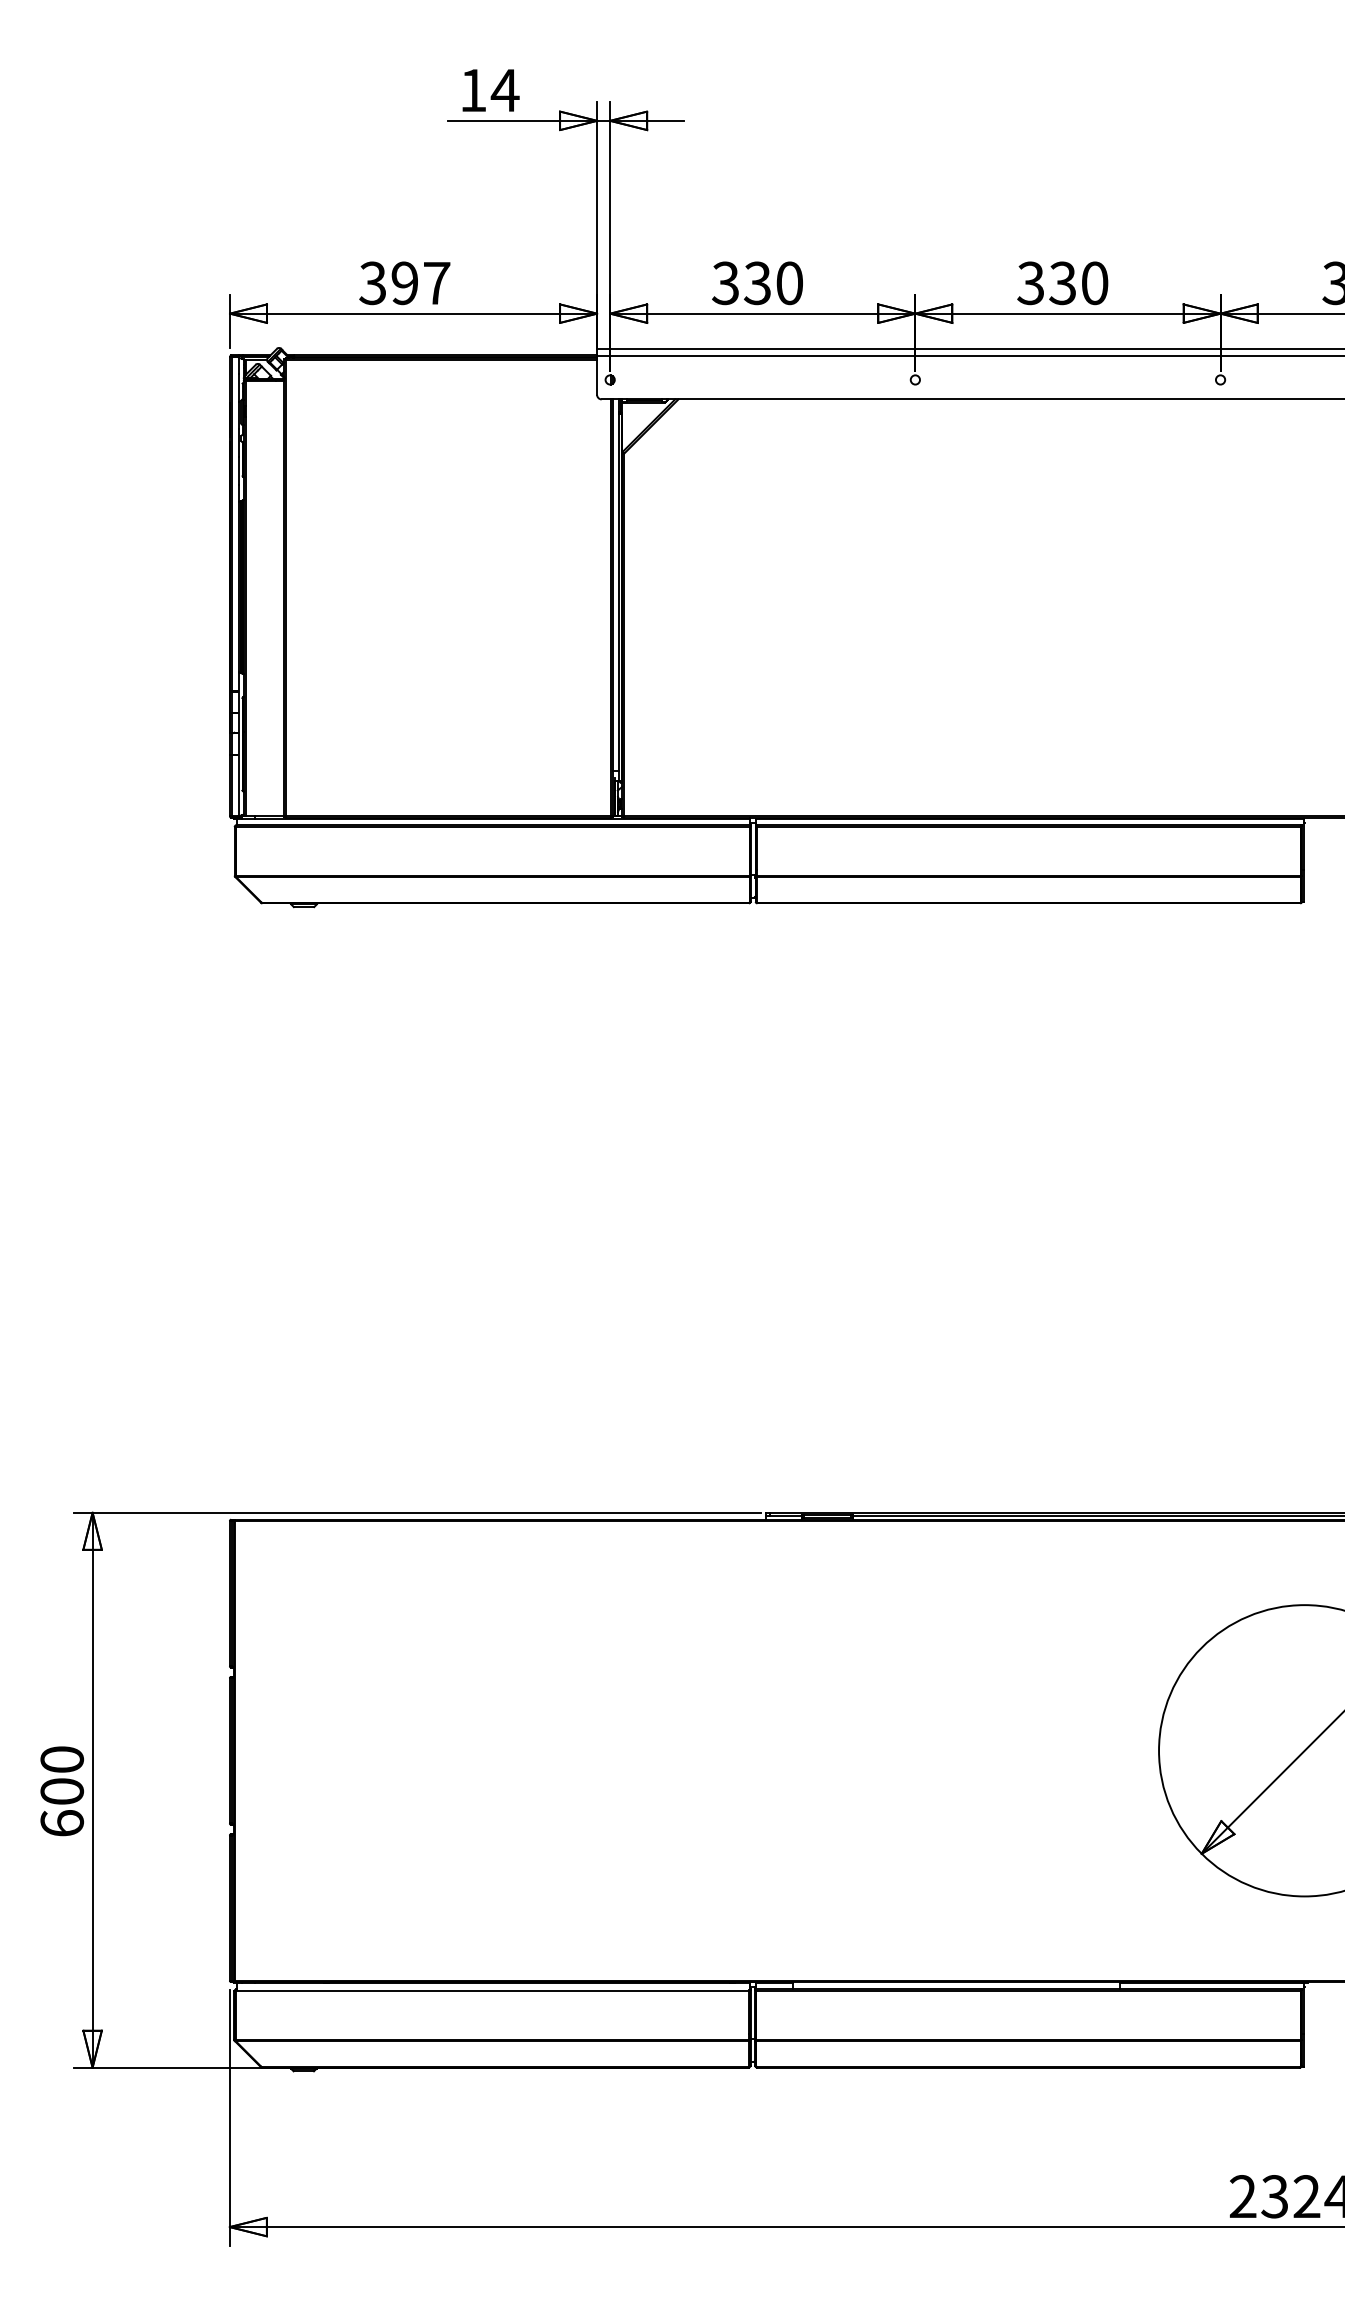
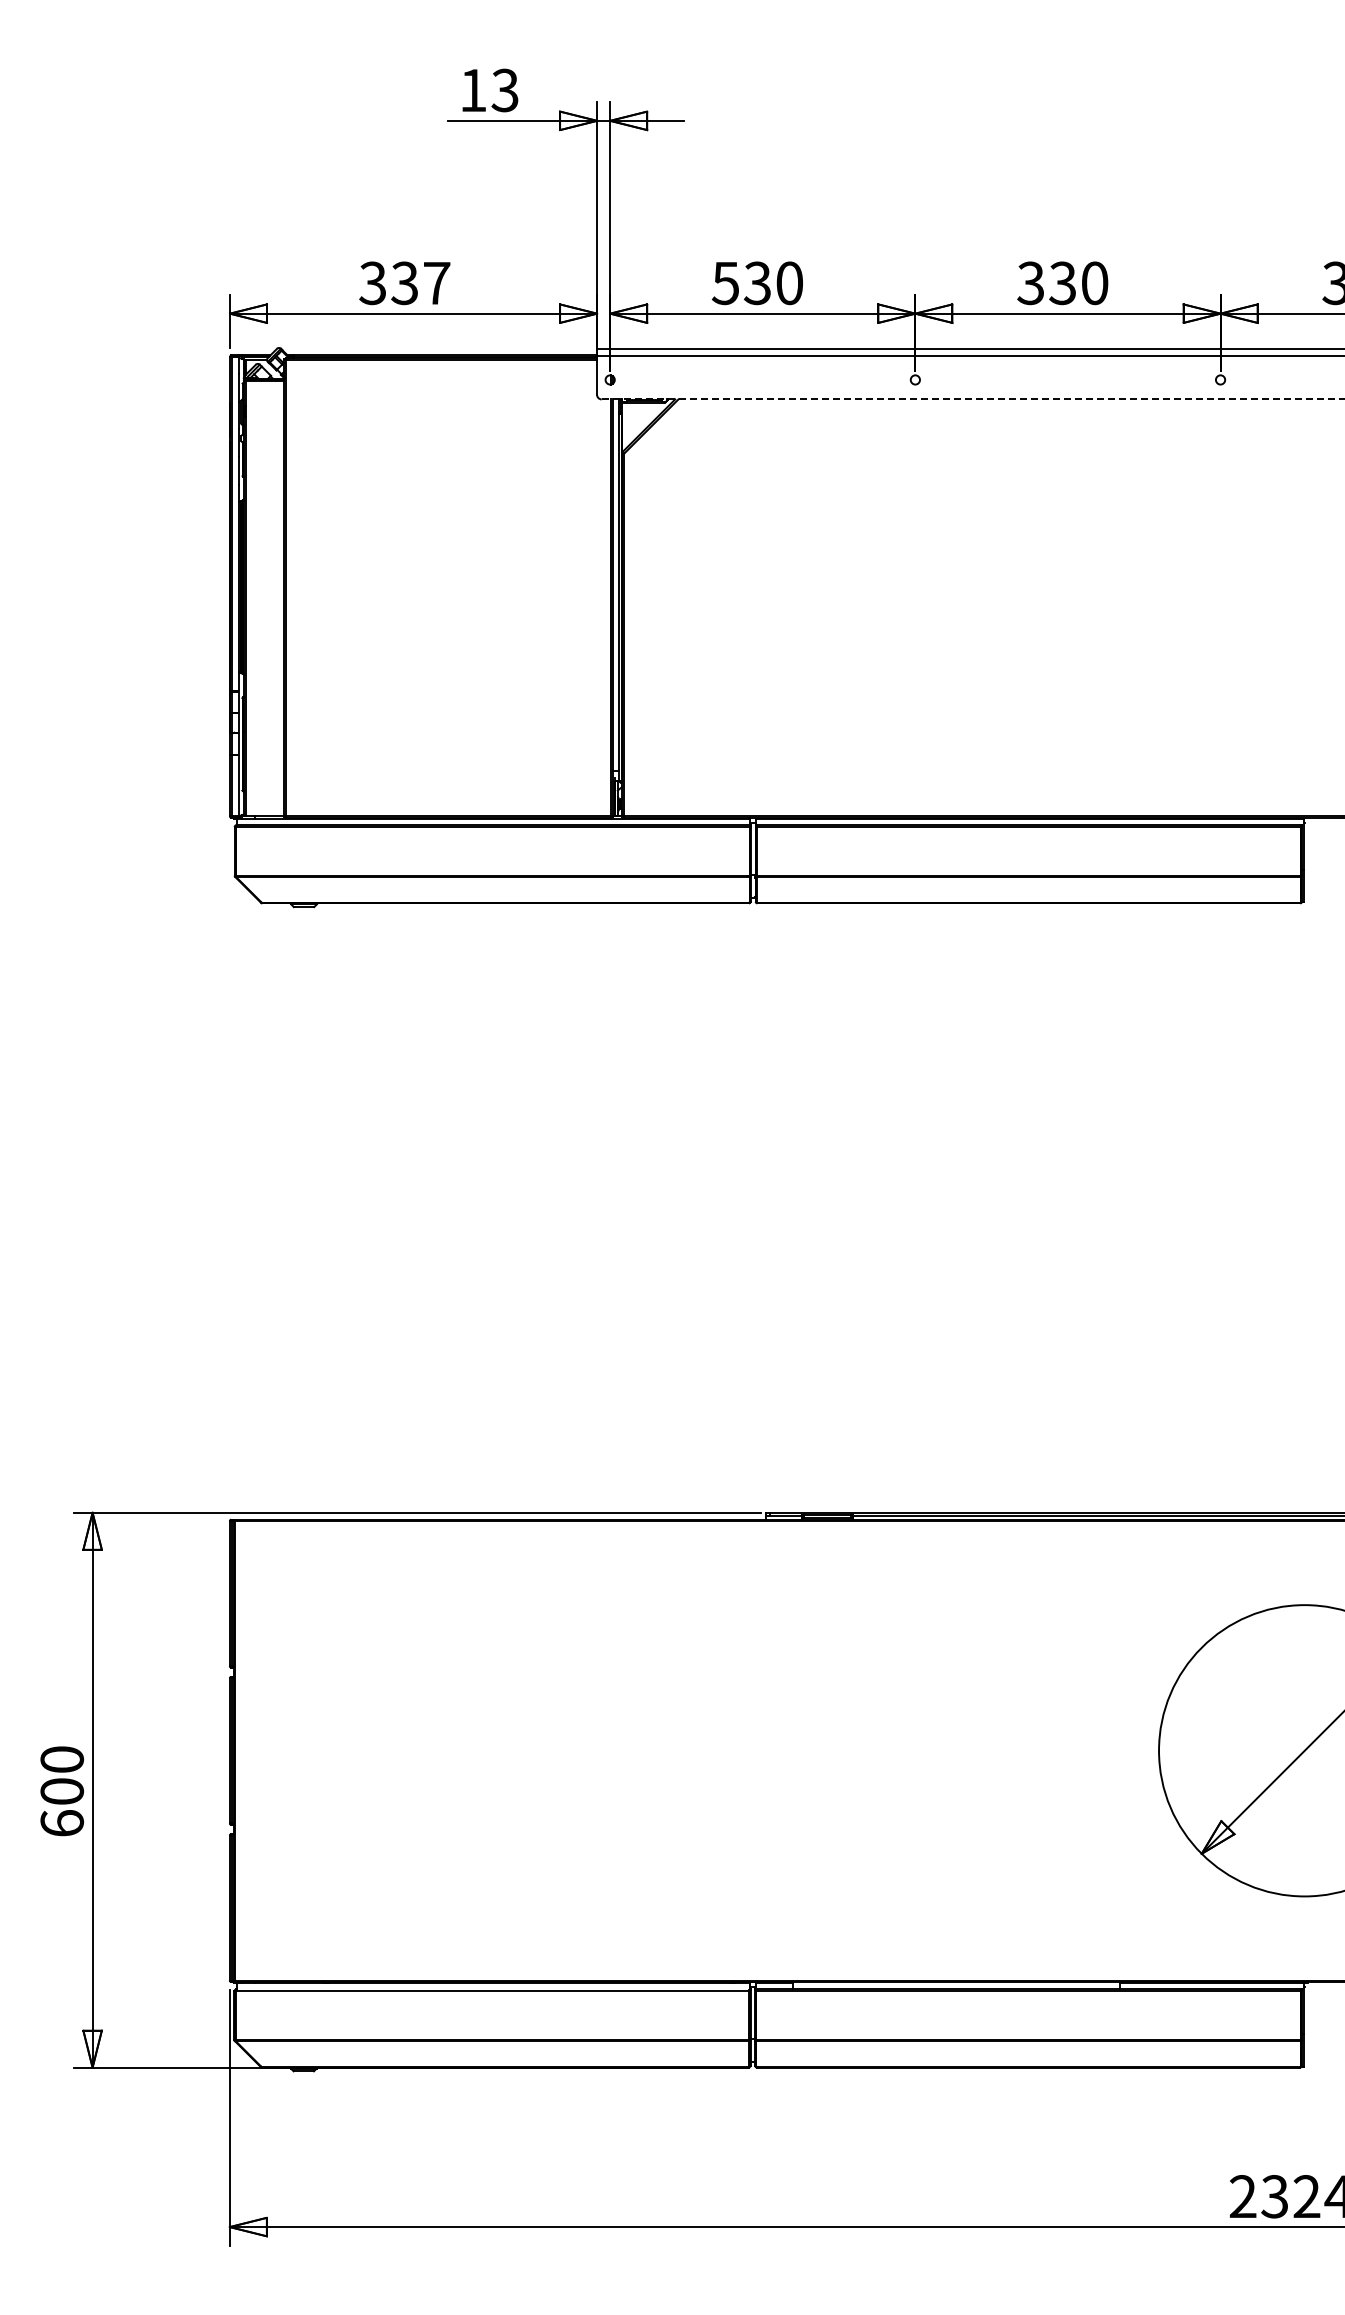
text at (504, 90): 14 -> 13
text at (725, 282): 330 -> 530
text at (404, 283): 397 -> 337
line at (973, 399): solid -> dashed
